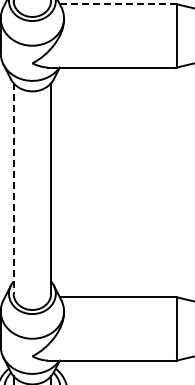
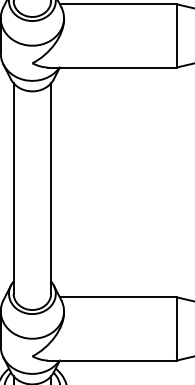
line at (118, 4): dashed -> solid
line at (13, 189): dashed -> solid
